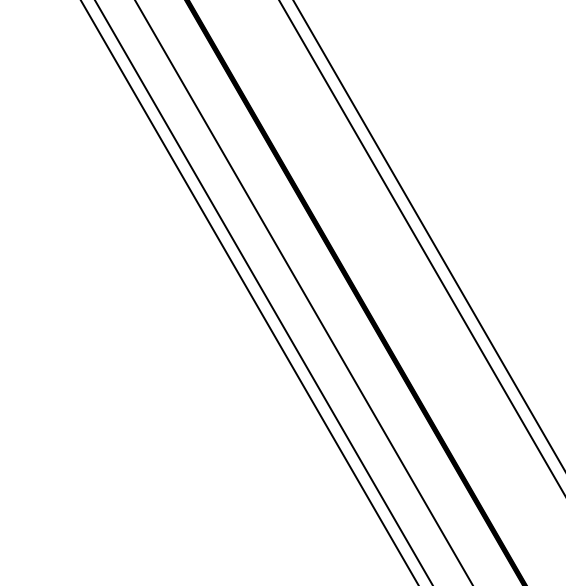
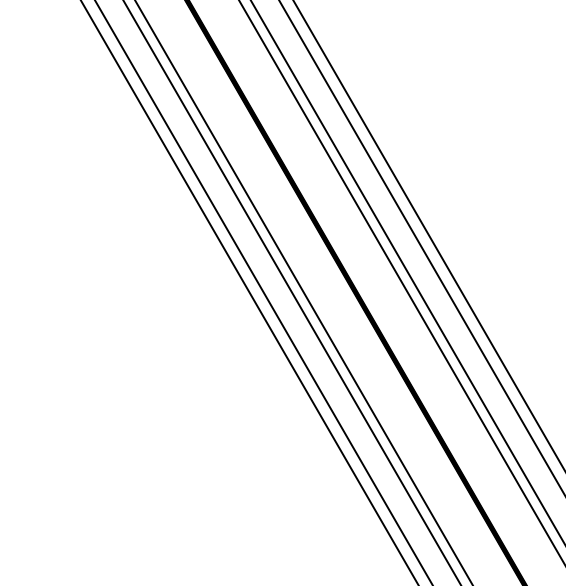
line at (406, 271): none -> present
line at (401, 281): none -> present
line at (291, 292): none -> present
